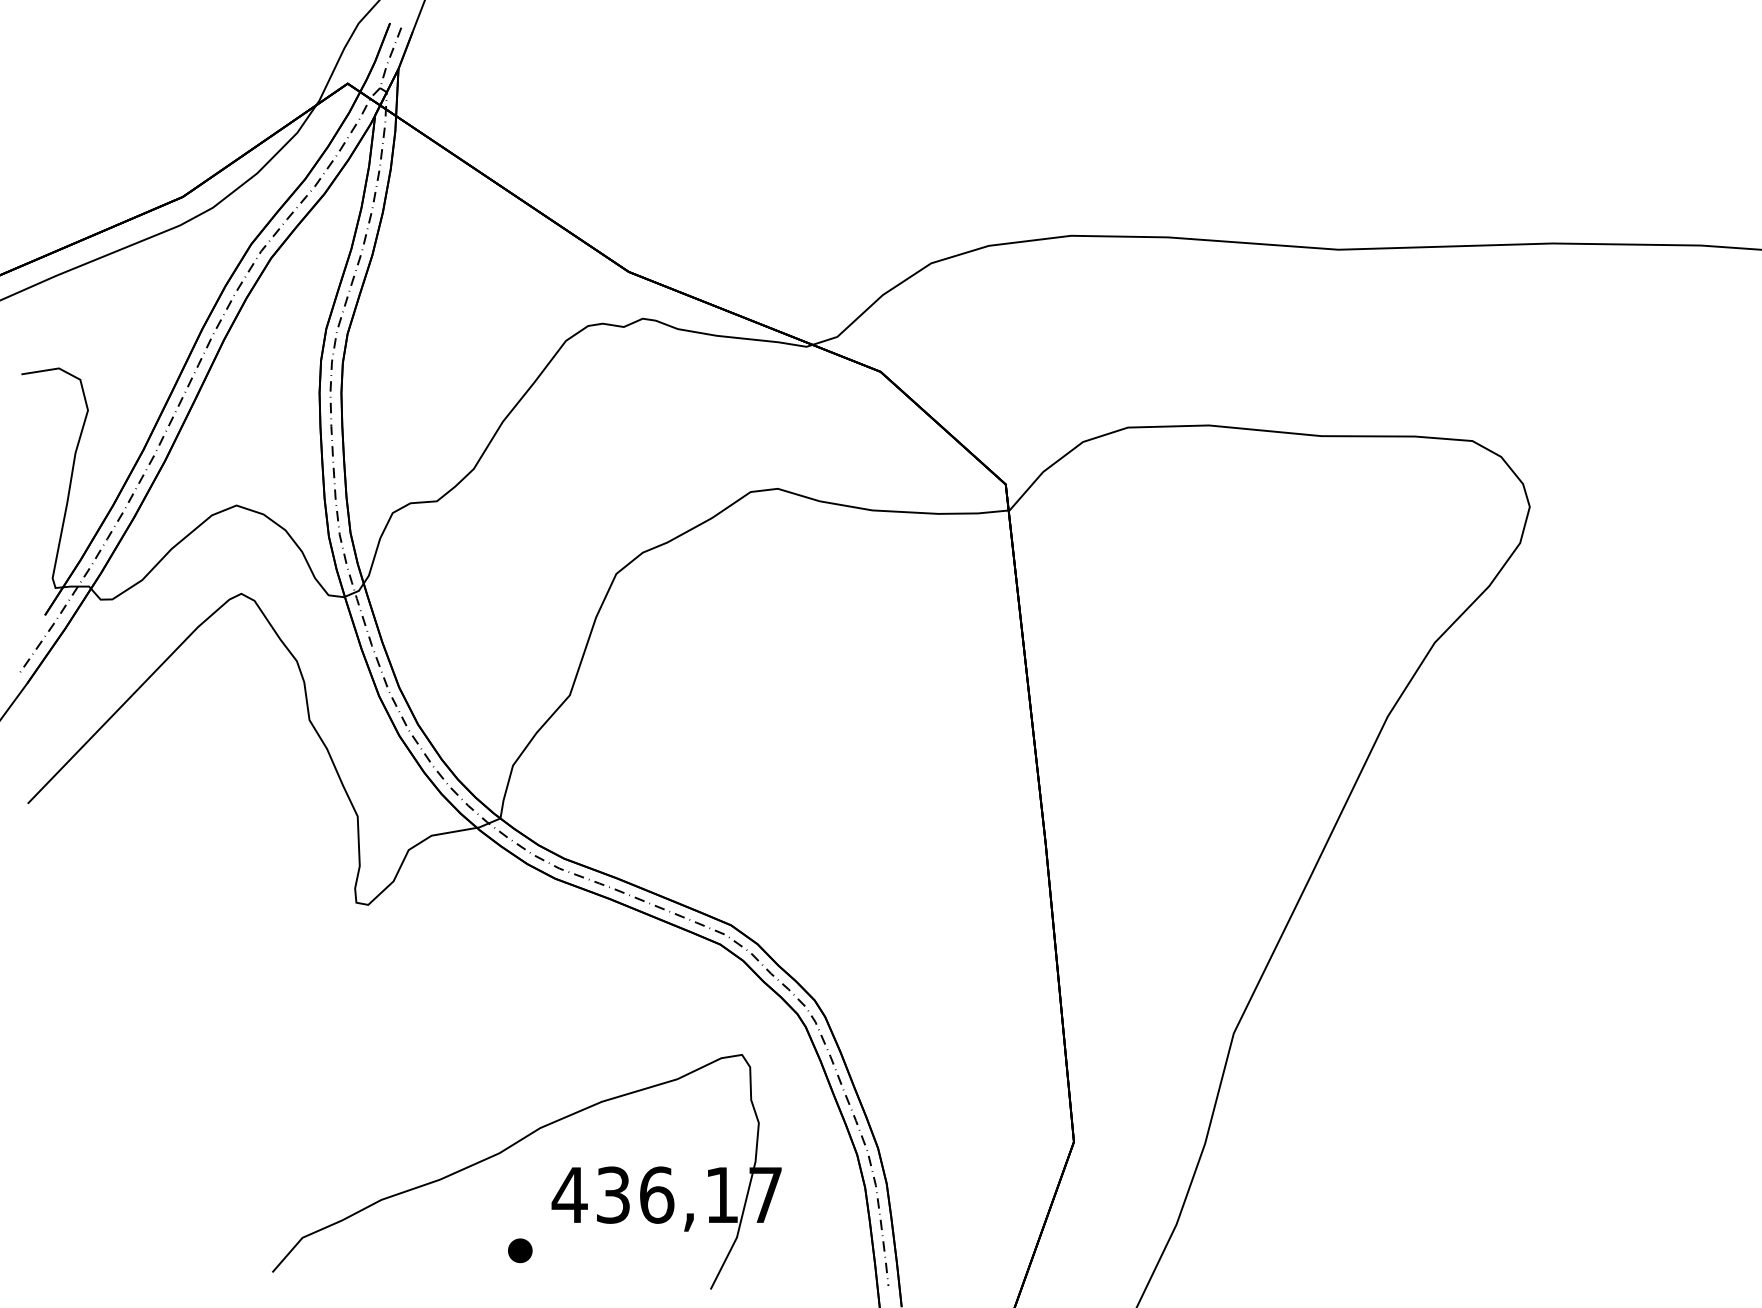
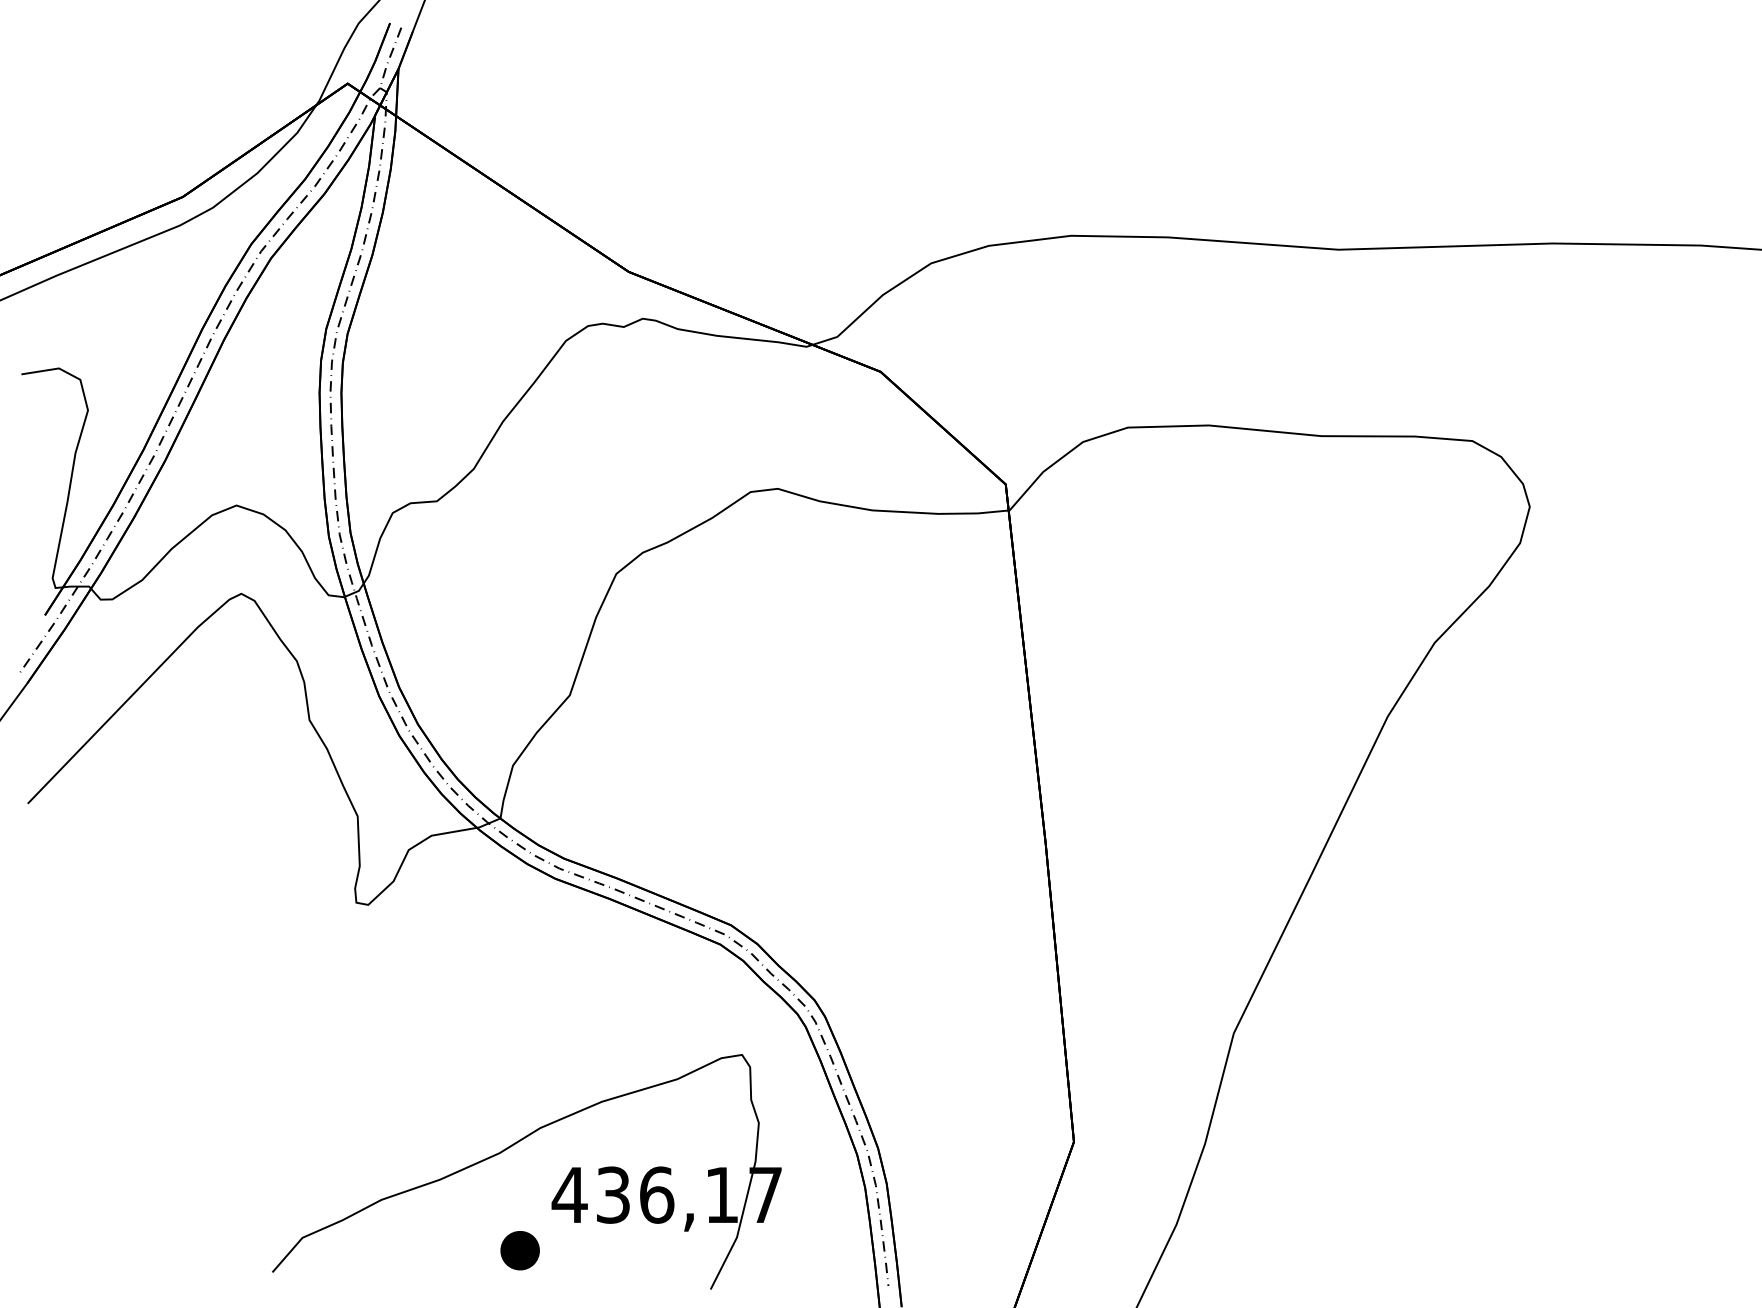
part at (520, 1250) size: 25x26 px -> 40x40 px
